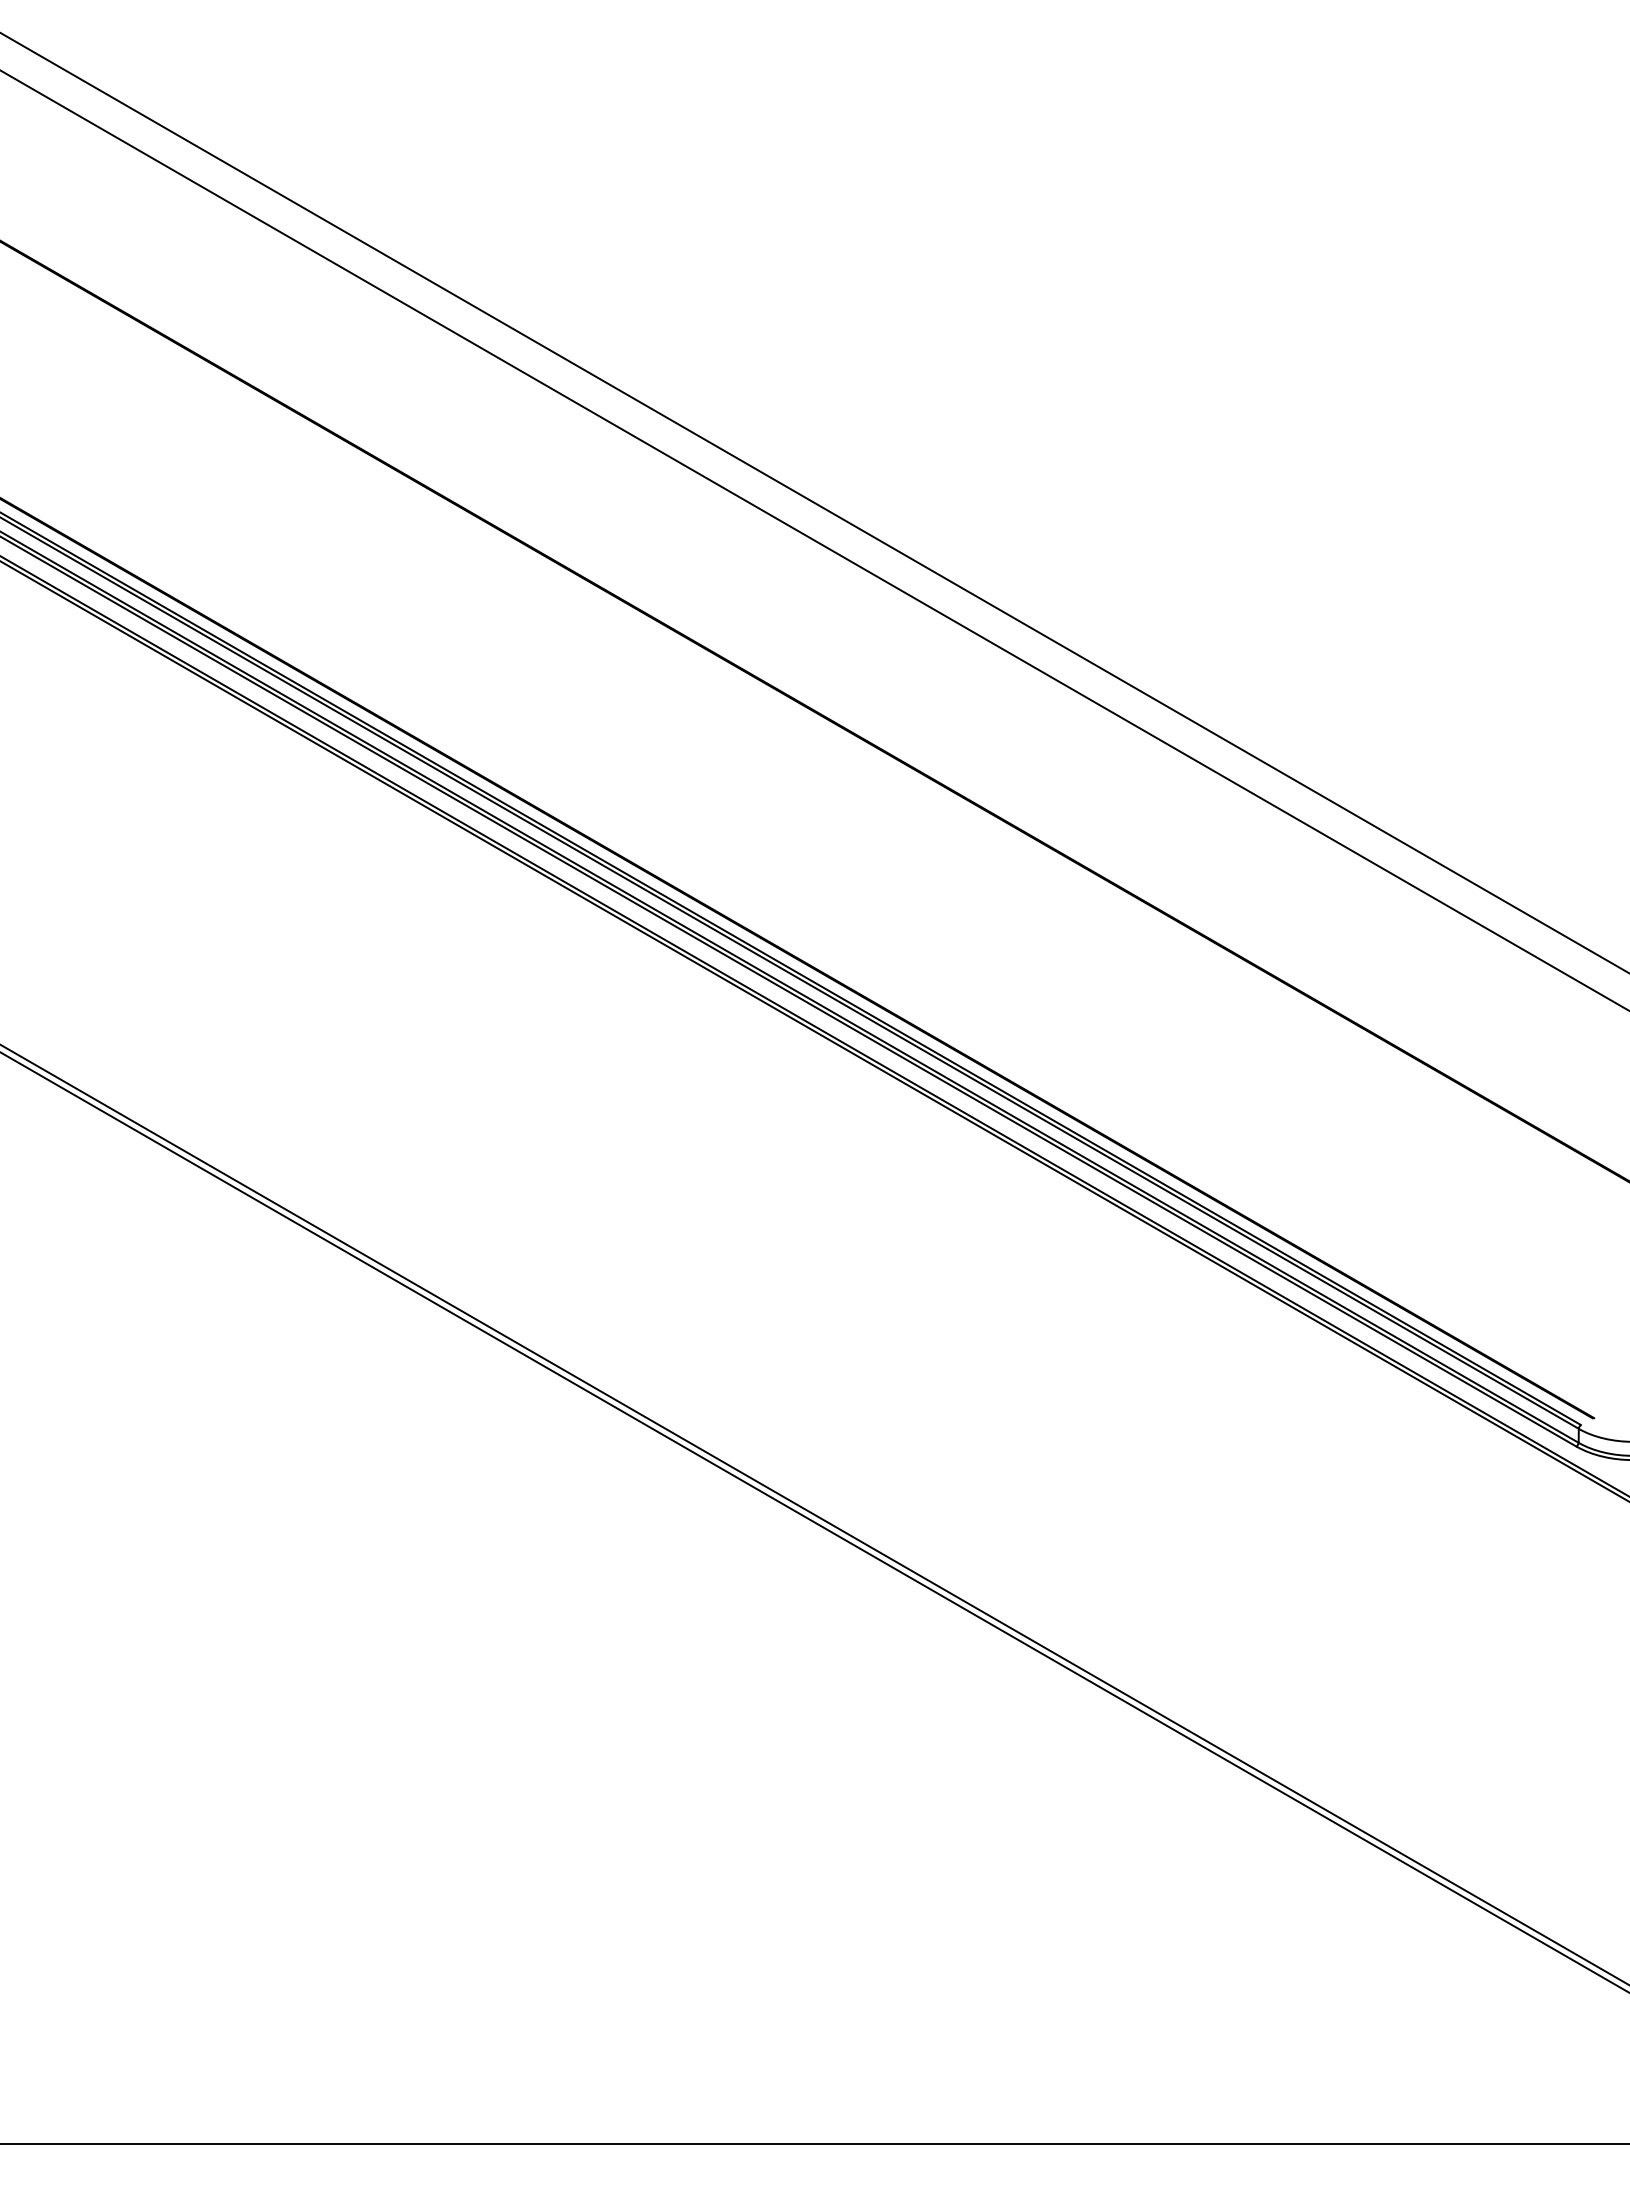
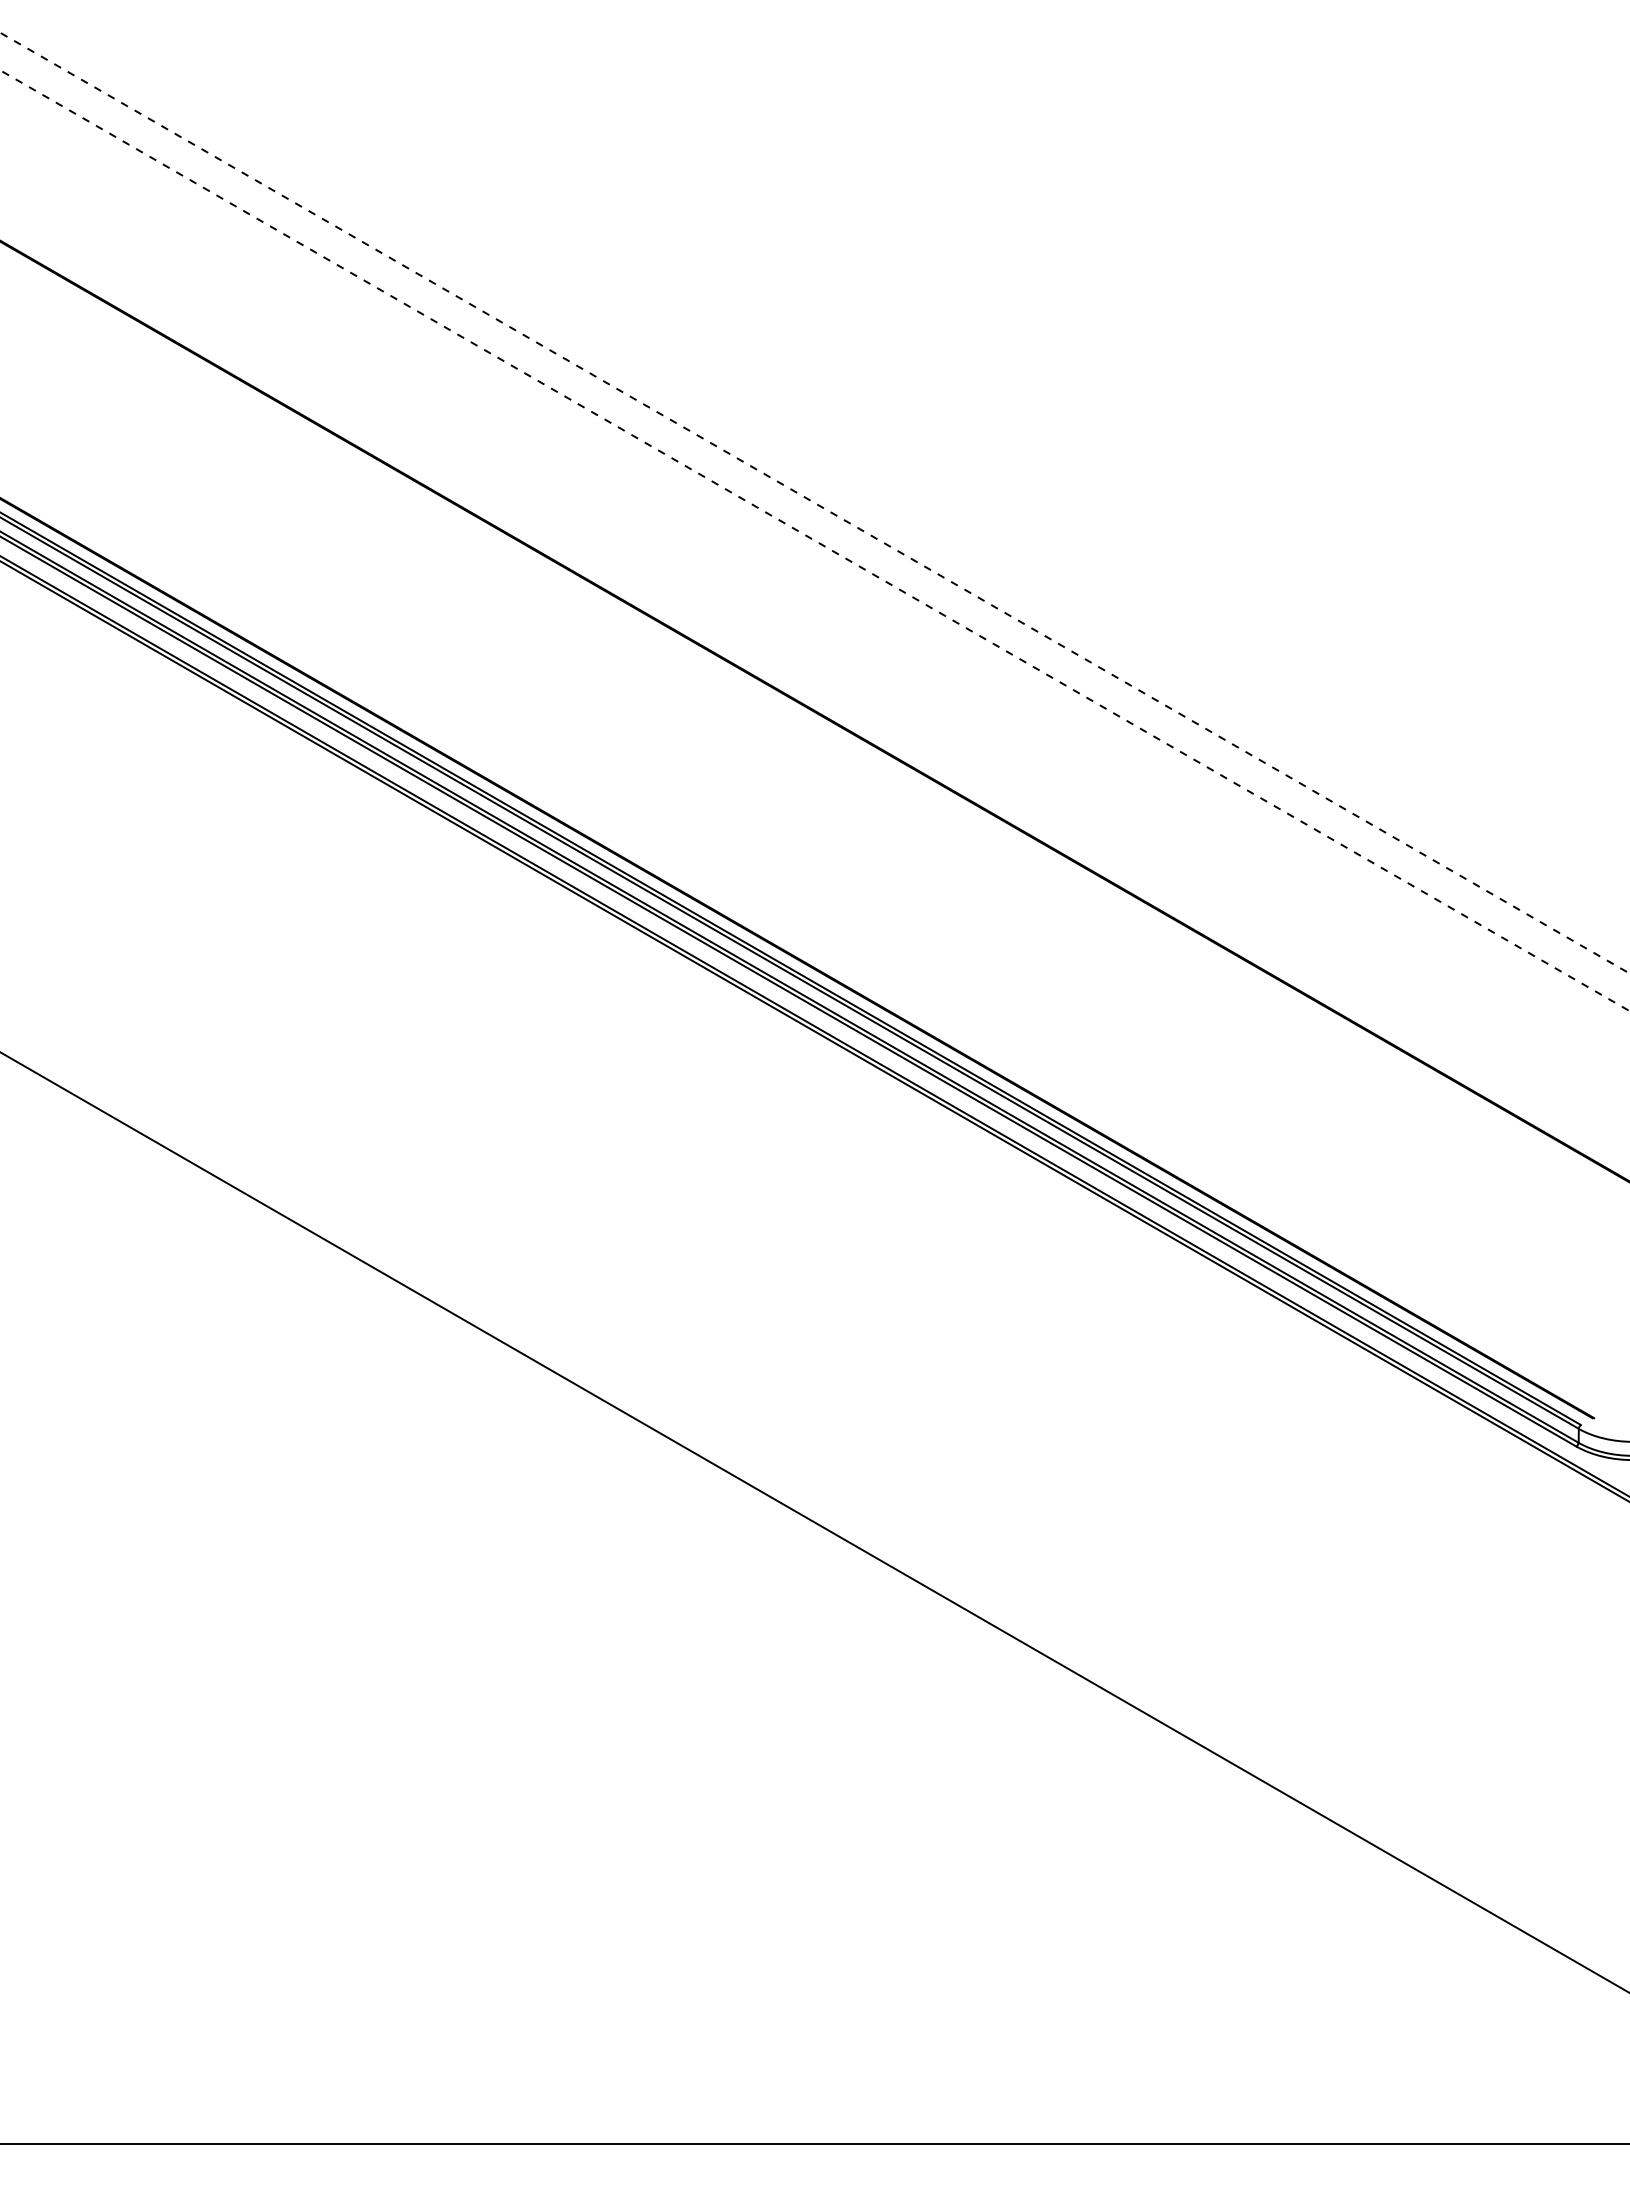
line at (814, 503): solid -> dashed
line at (814, 540): solid -> dashed
line at (814, 1514): present -> none
